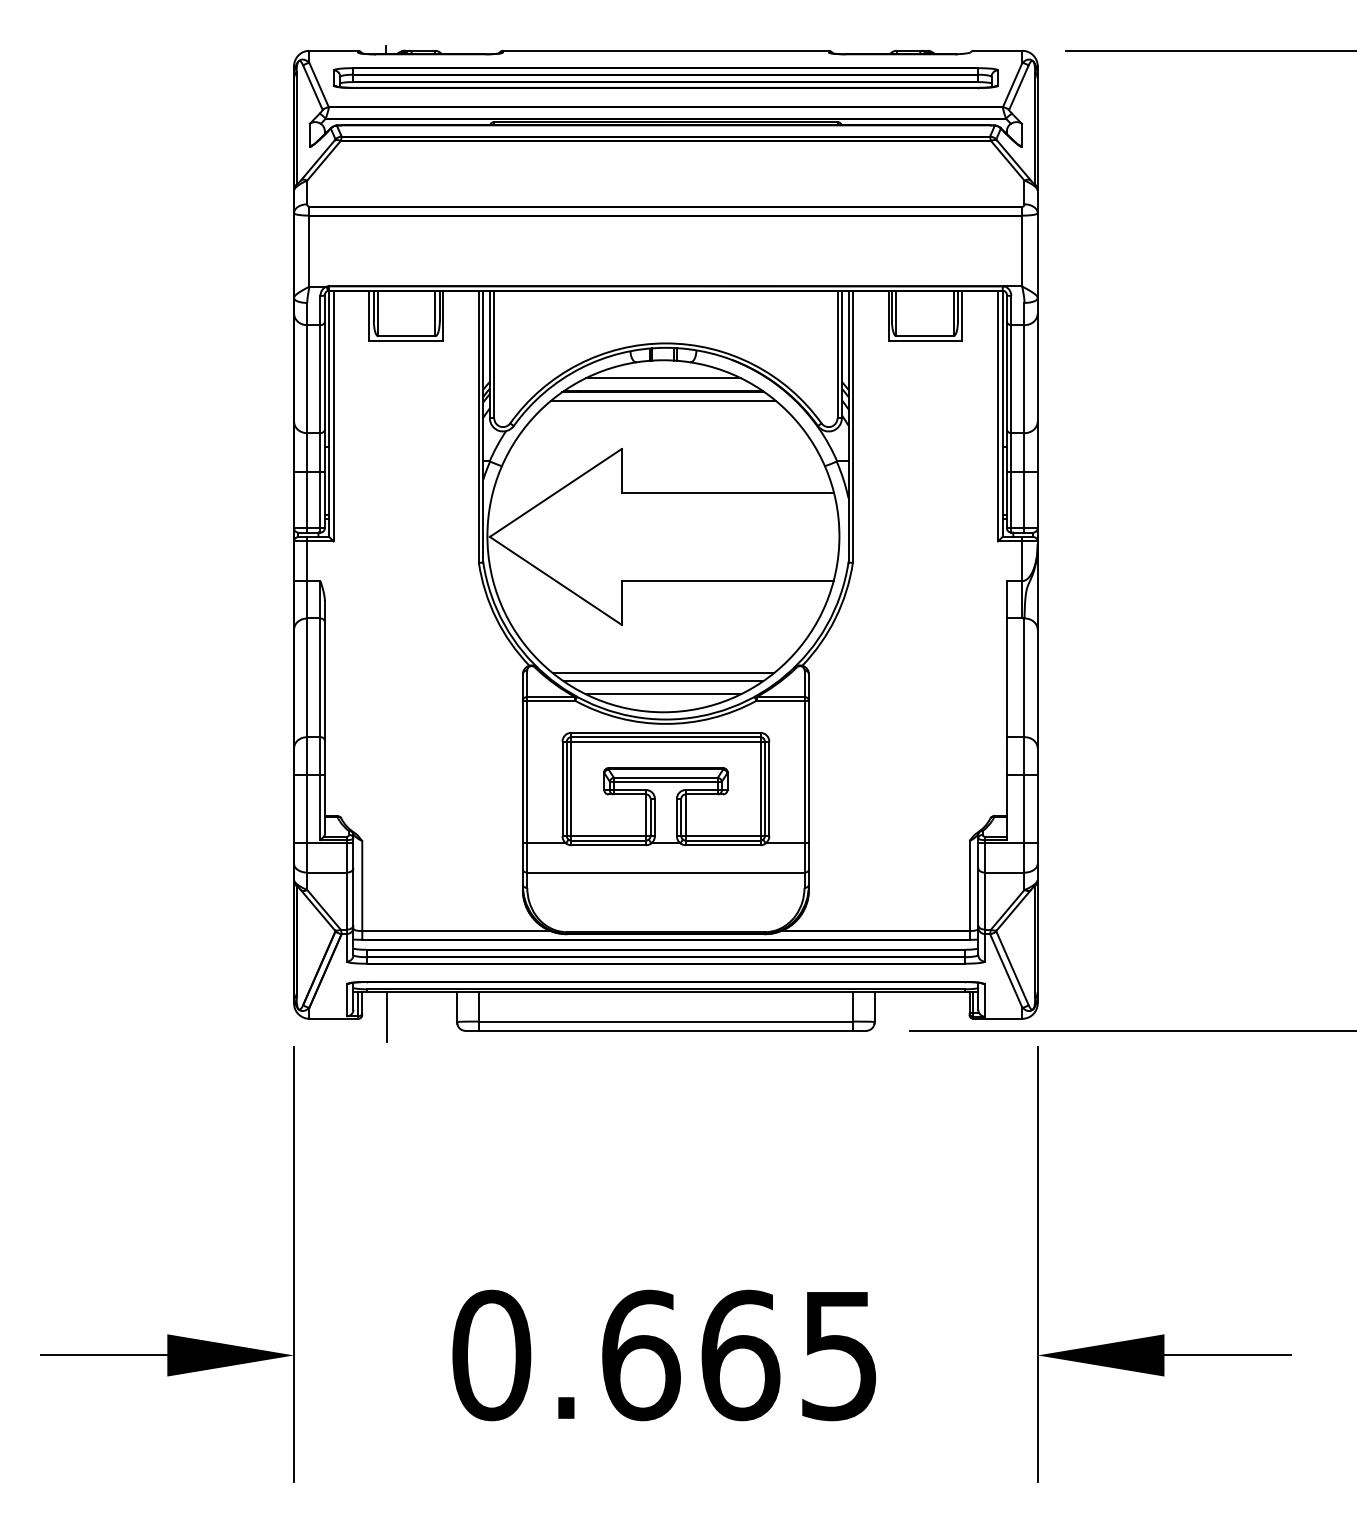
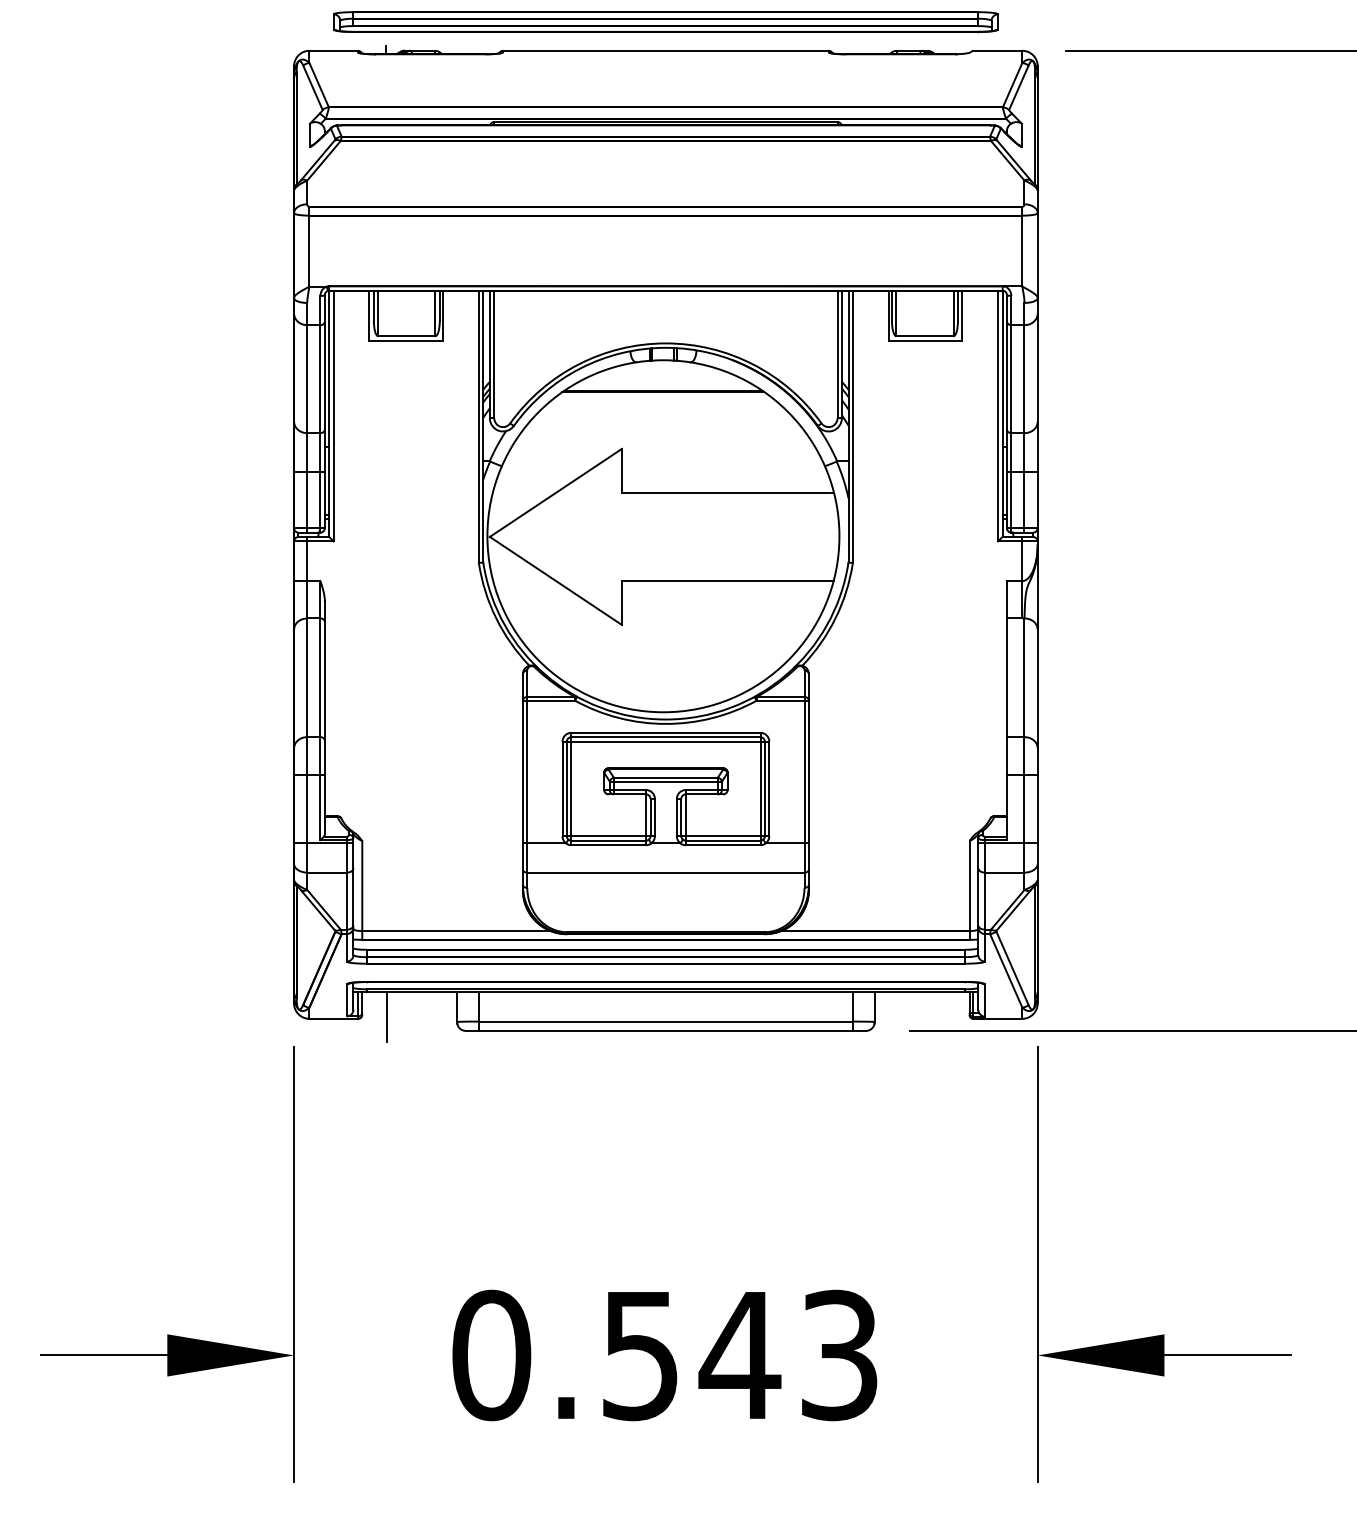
part at (665, 78) position: (665, 78) -> (665, 22)
line at (663, 378): present -> none
line at (663, 400): present -> none
line at (663, 673): present -> none
line at (662, 681): present -> none
line at (663, 694): present -> none
text at (739, 1355): 0.665 -> 0.543
